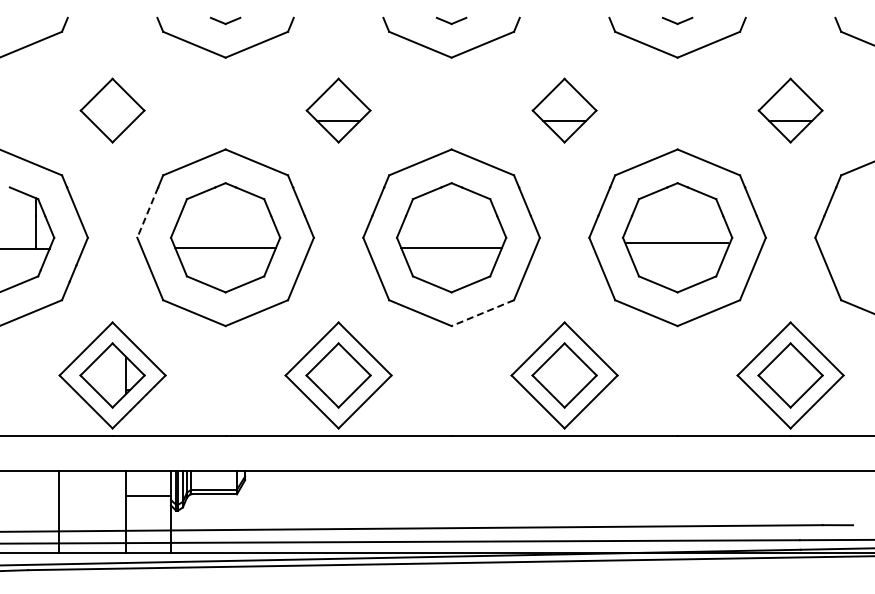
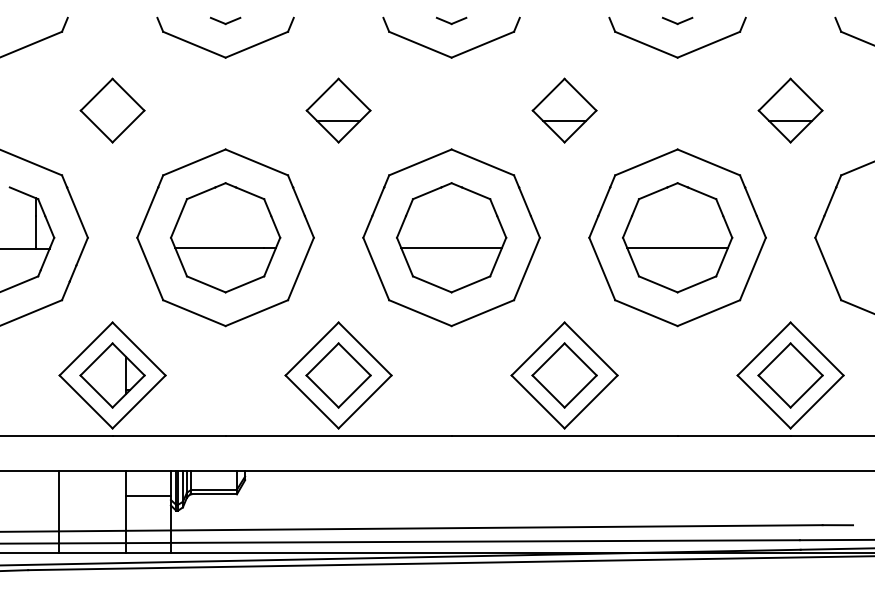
line at (147, 213): dashed -> solid
line at (677, 242) position: (677, 242) -> (677, 247)
line at (482, 313): dashed -> solid
